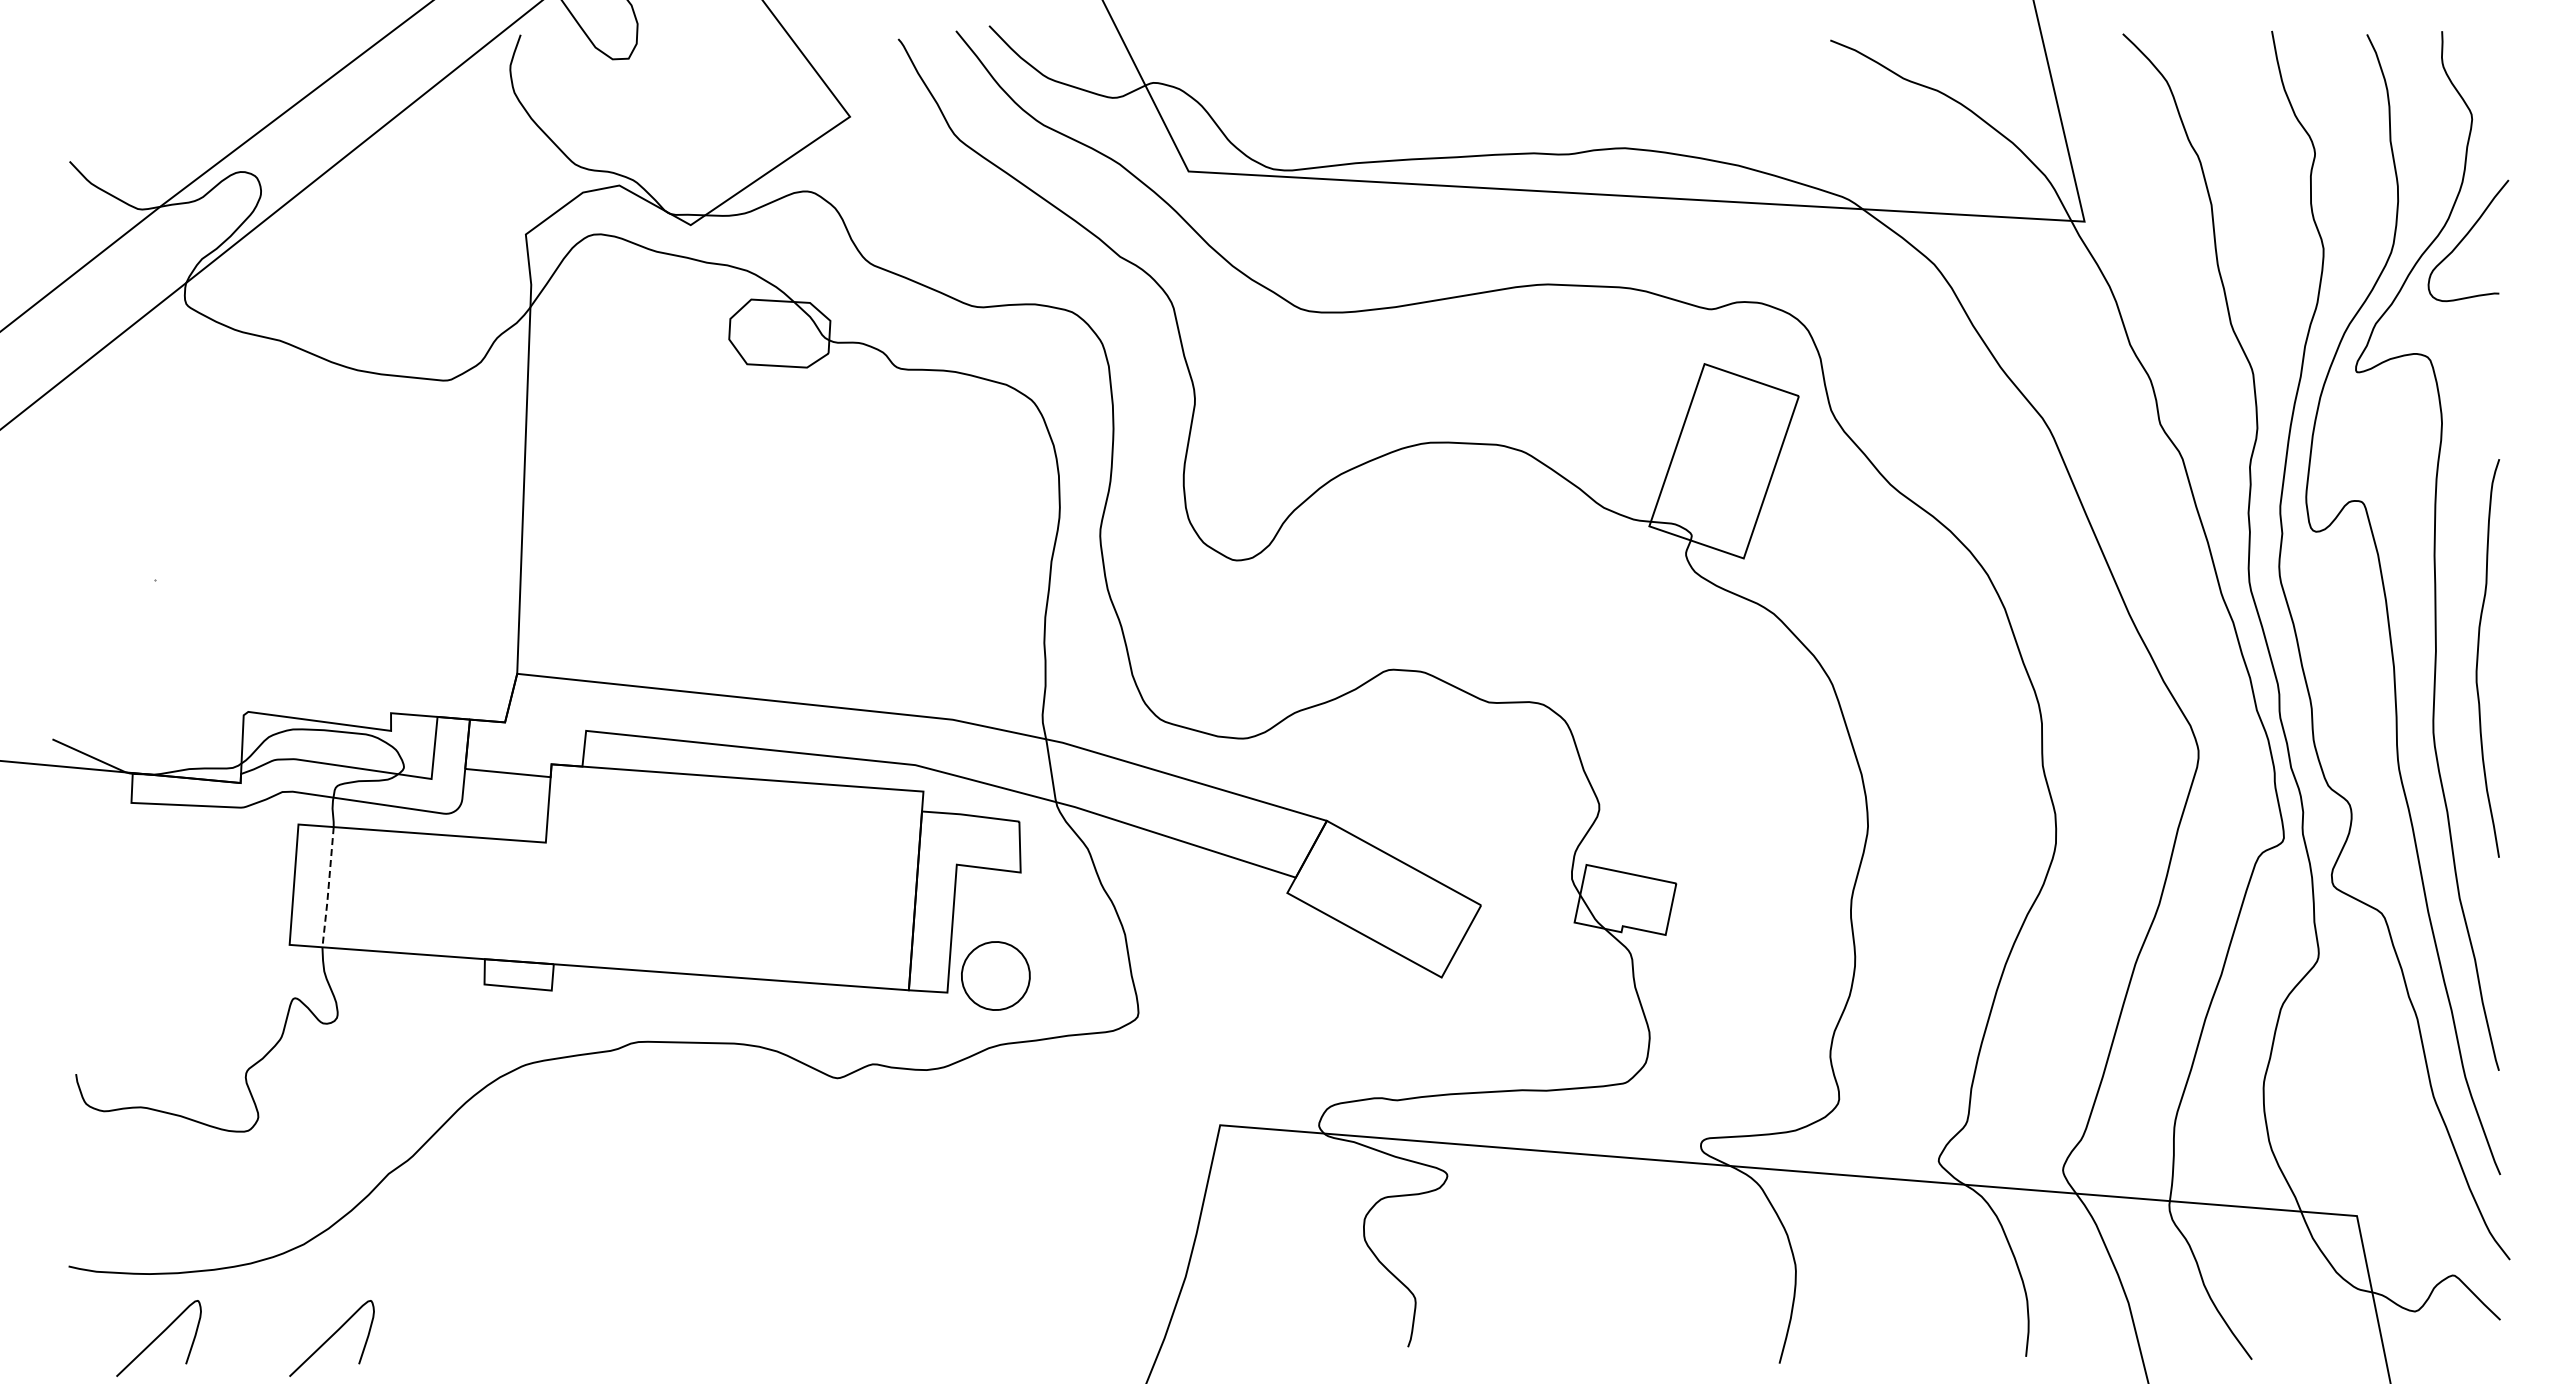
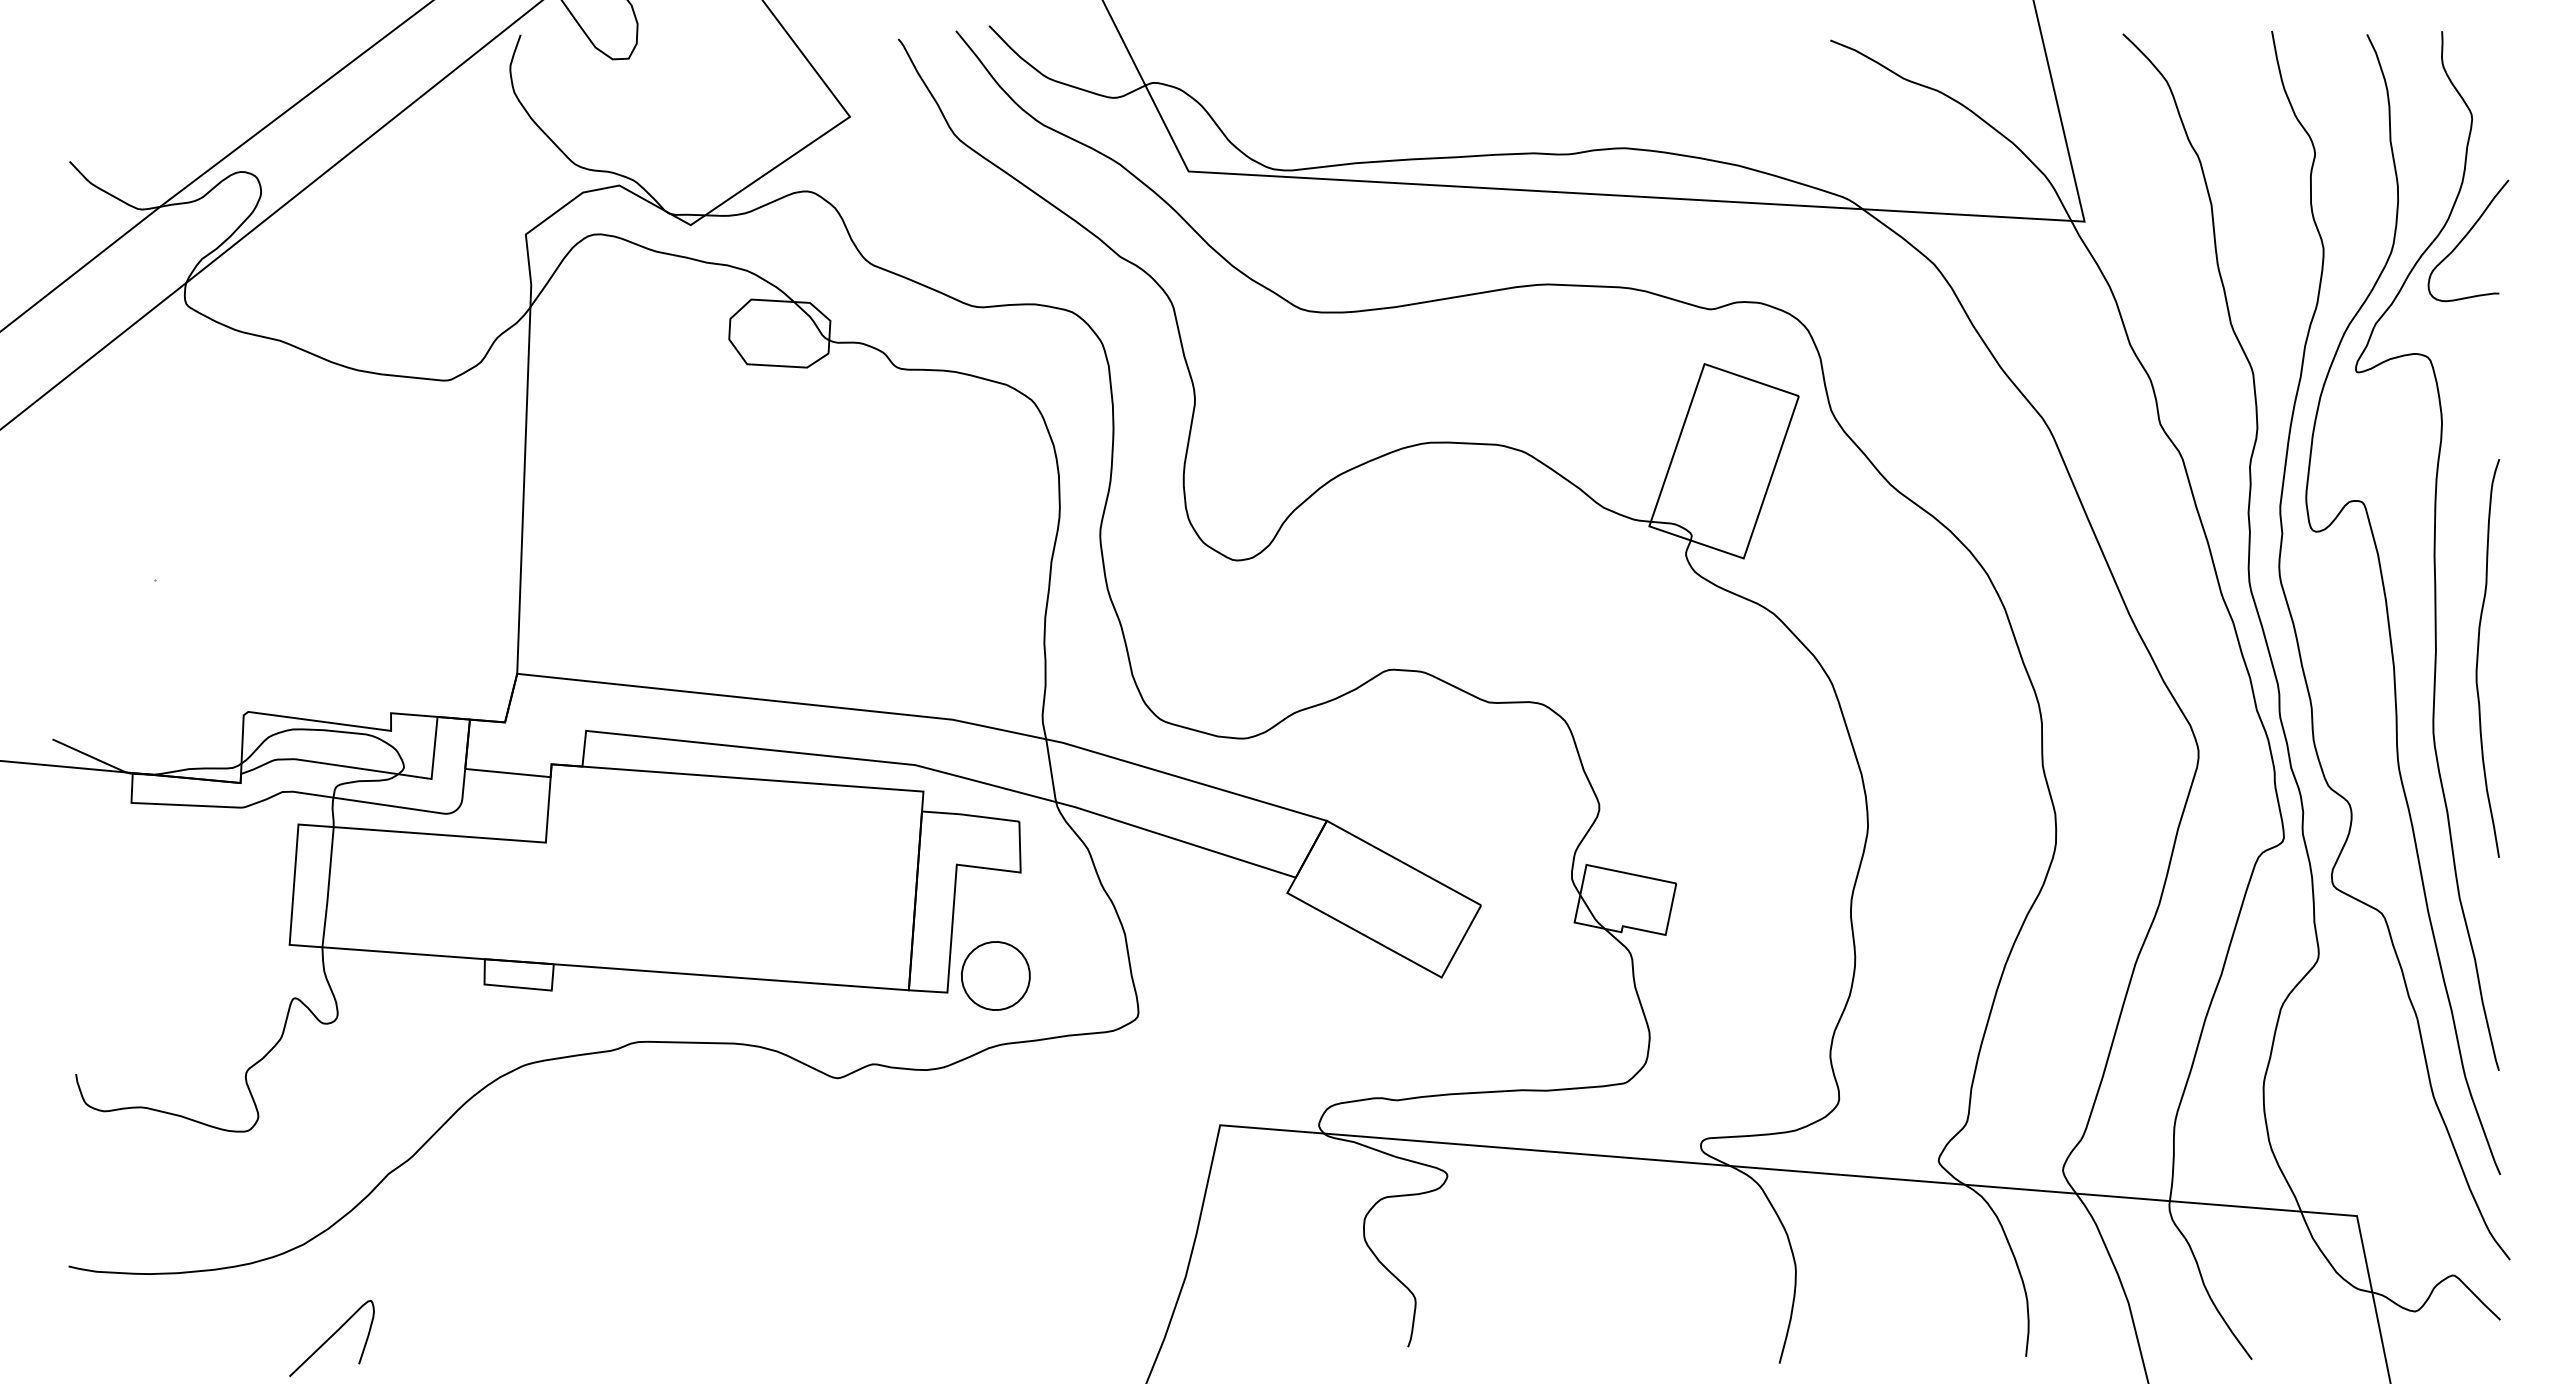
line at (328, 888): dashed -> solid
curve at (158, 1337): present -> none
